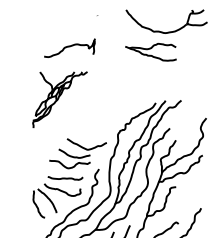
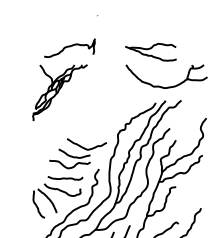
part at (168, 31) position: (168, 31) -> (168, 86)
part at (59, 99) position: (59, 99) -> (59, 92)
